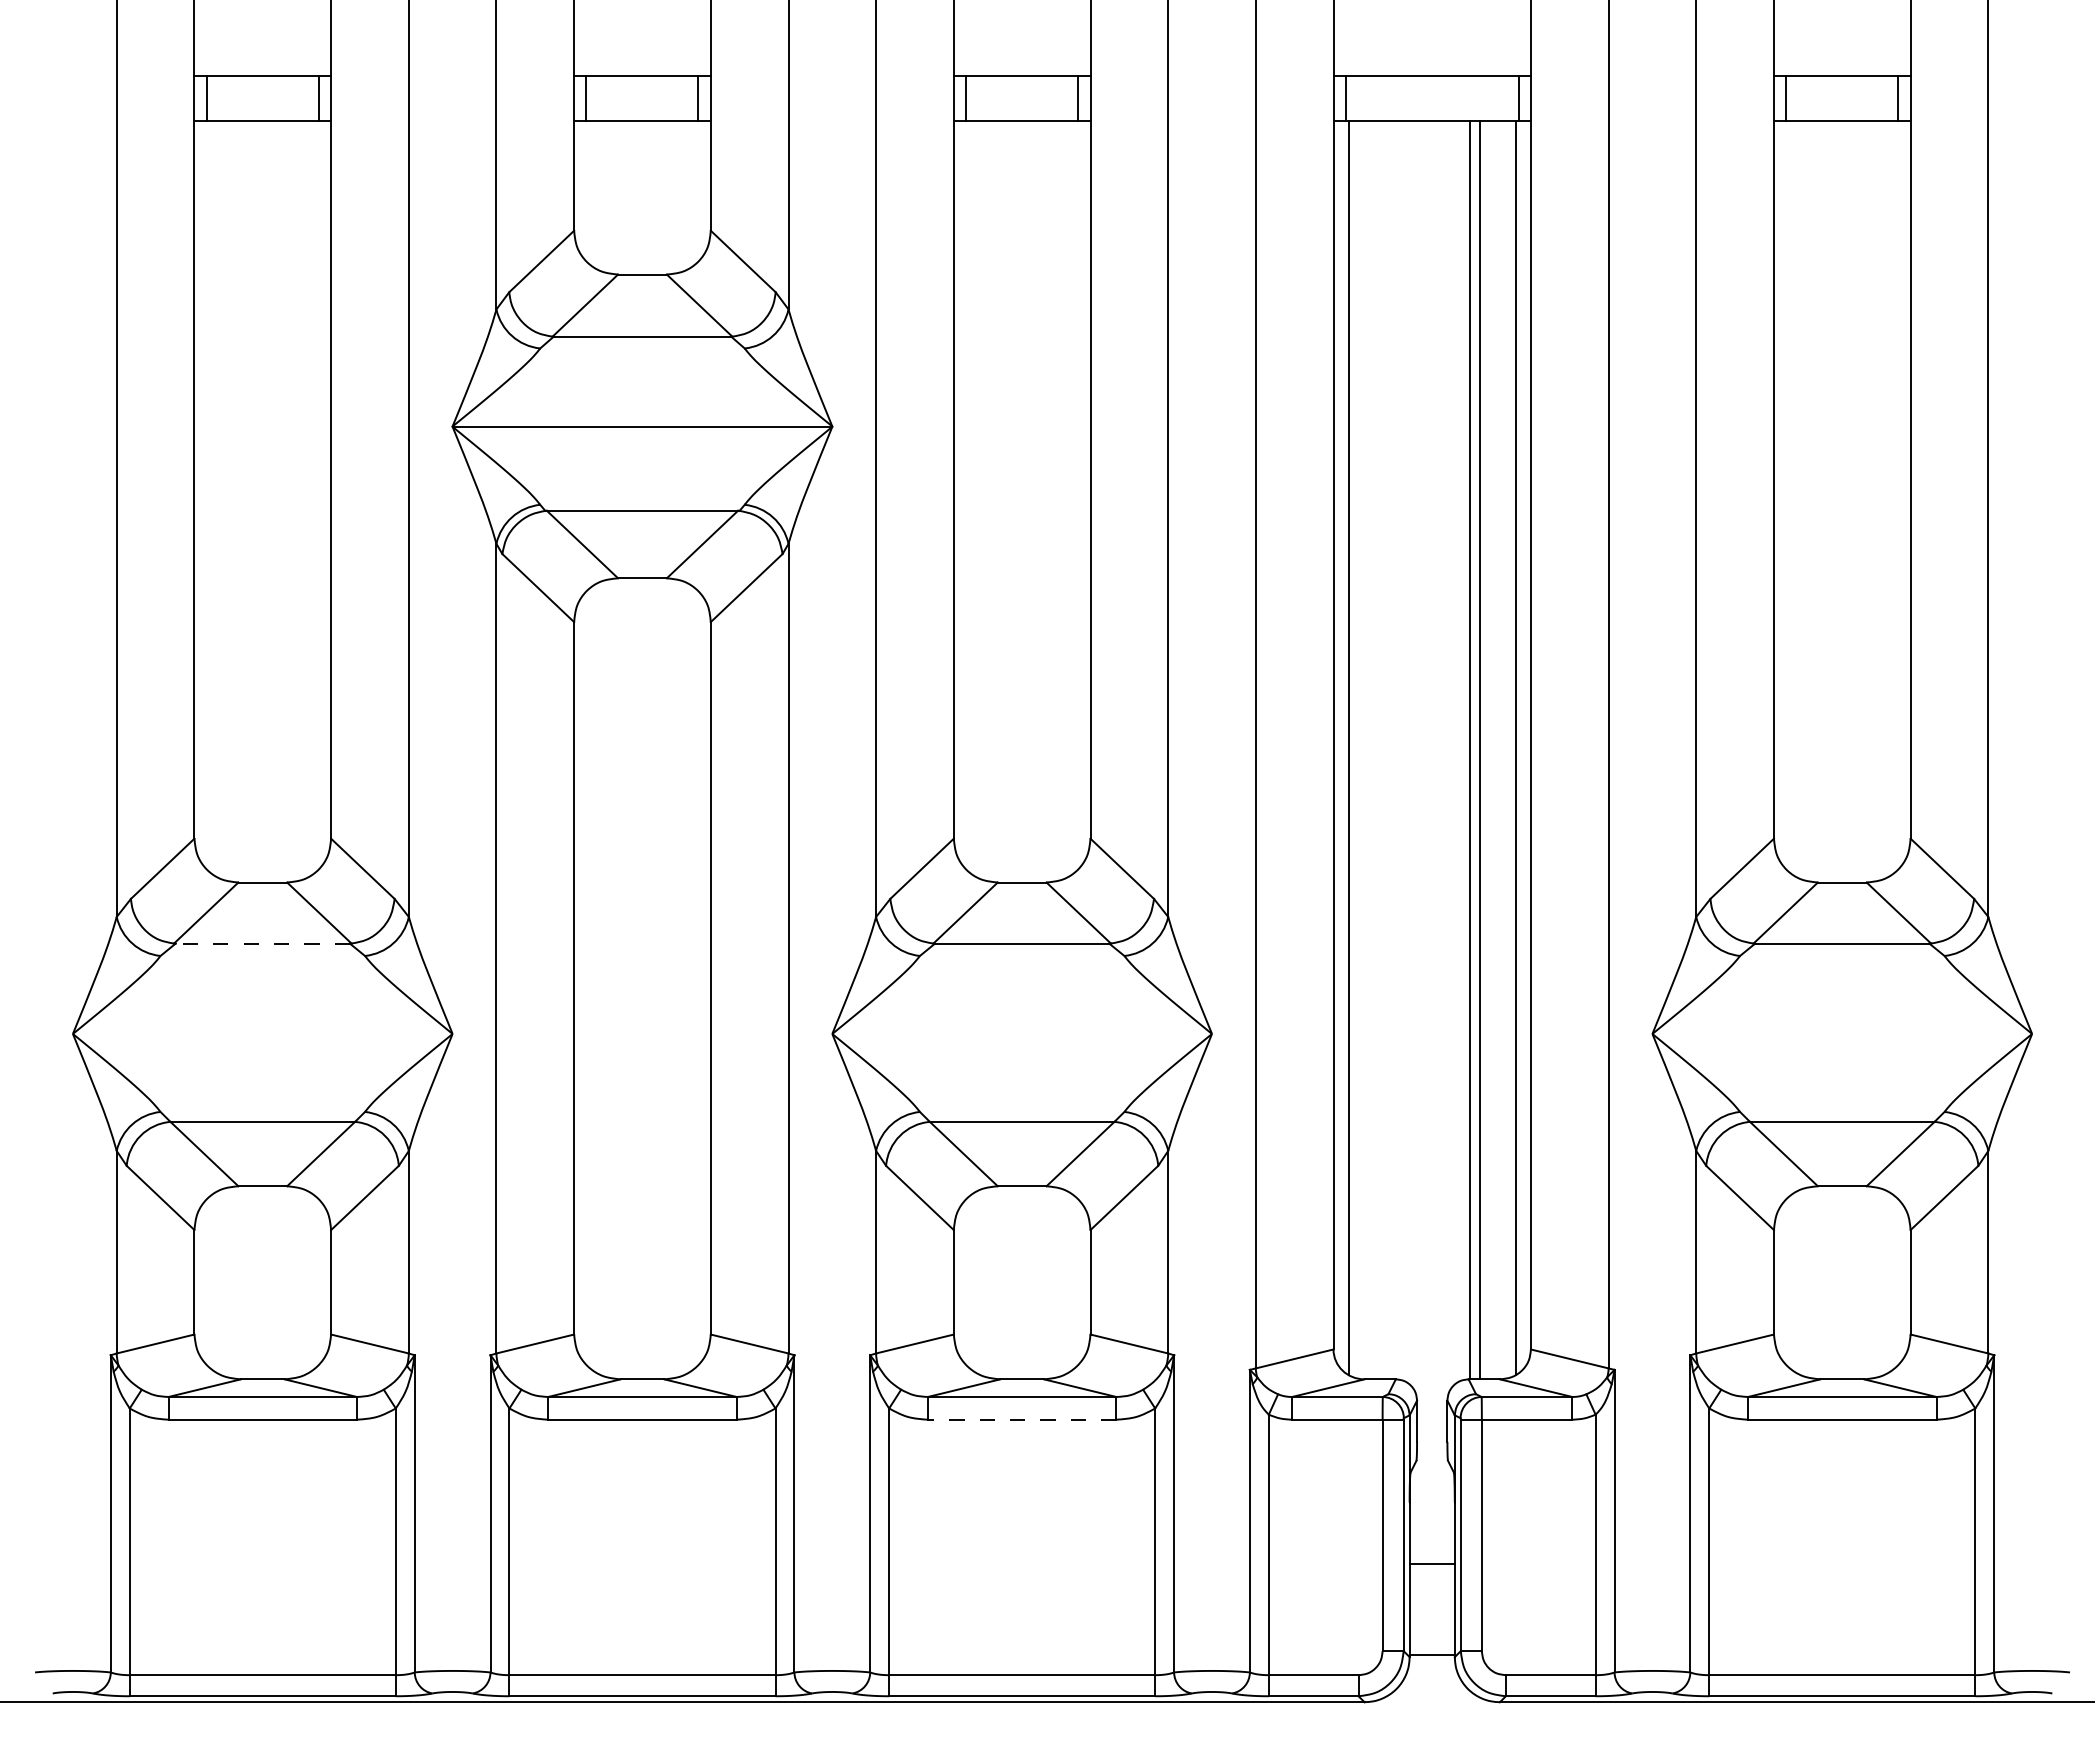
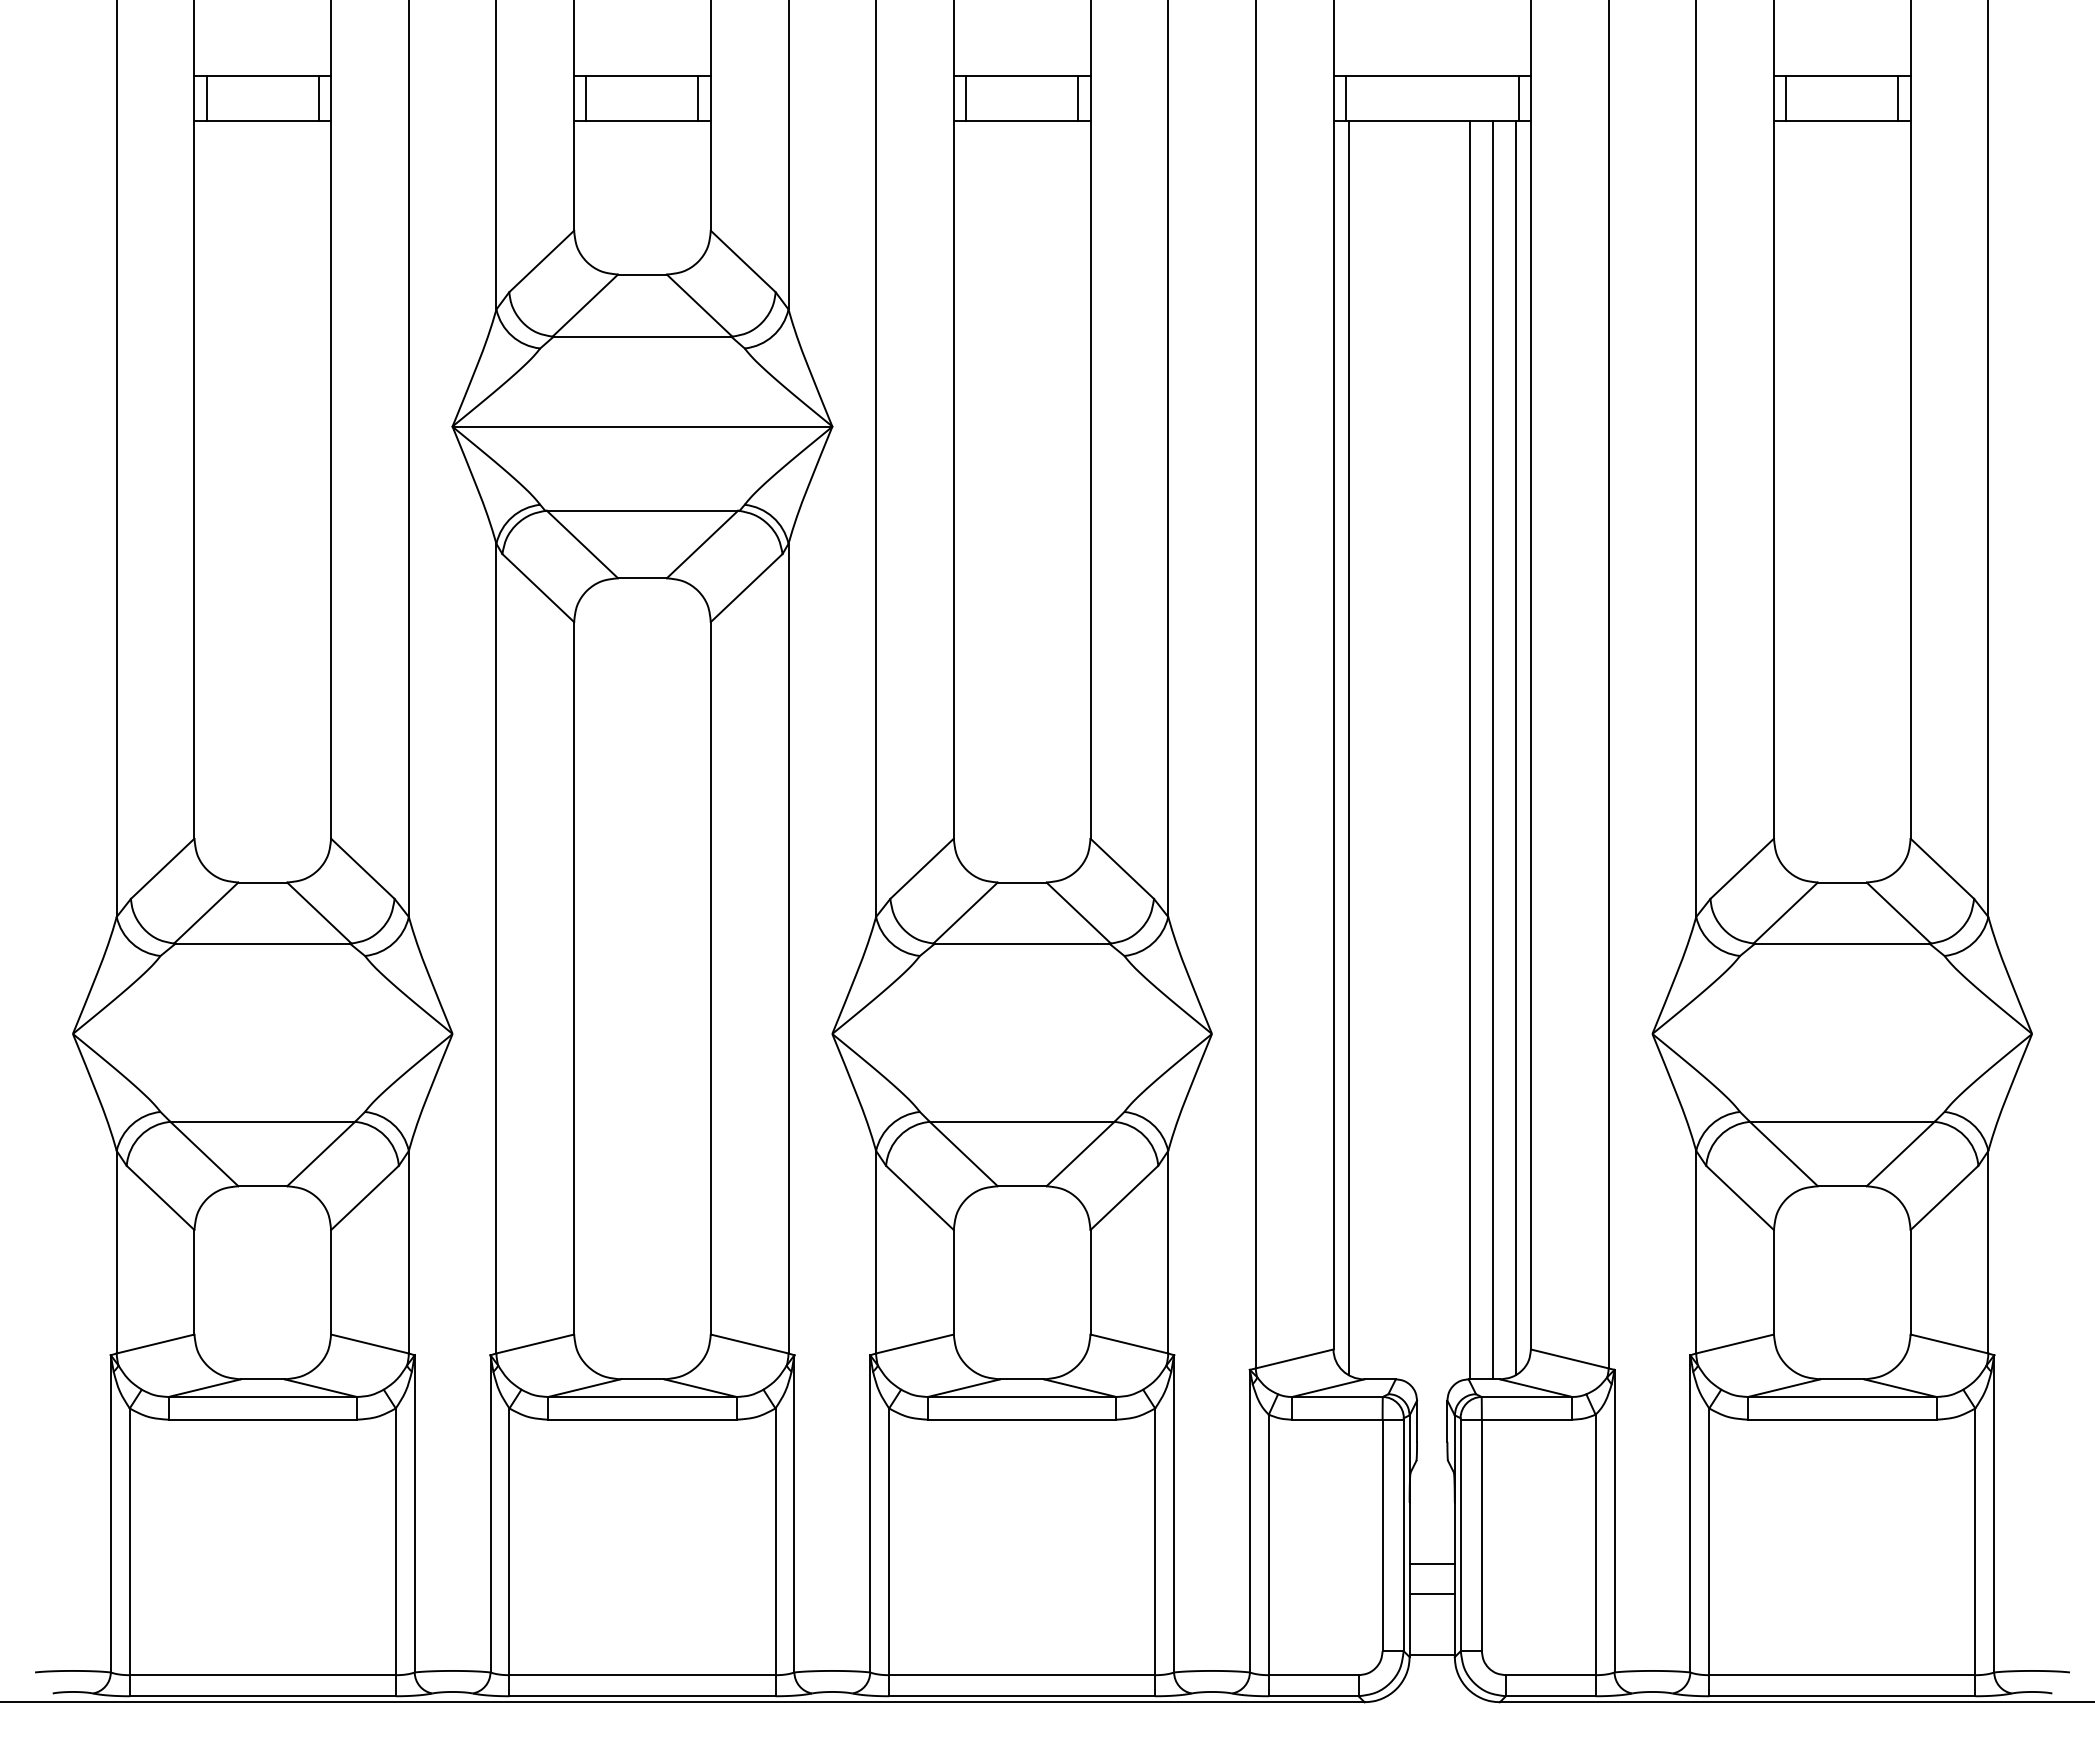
line at (1479, 750) position: (1479, 750) -> (1492, 750)
line at (262, 943): dashed -> solid
line at (1021, 1419): dashed -> solid
line at (1431, 1594): none -> present
